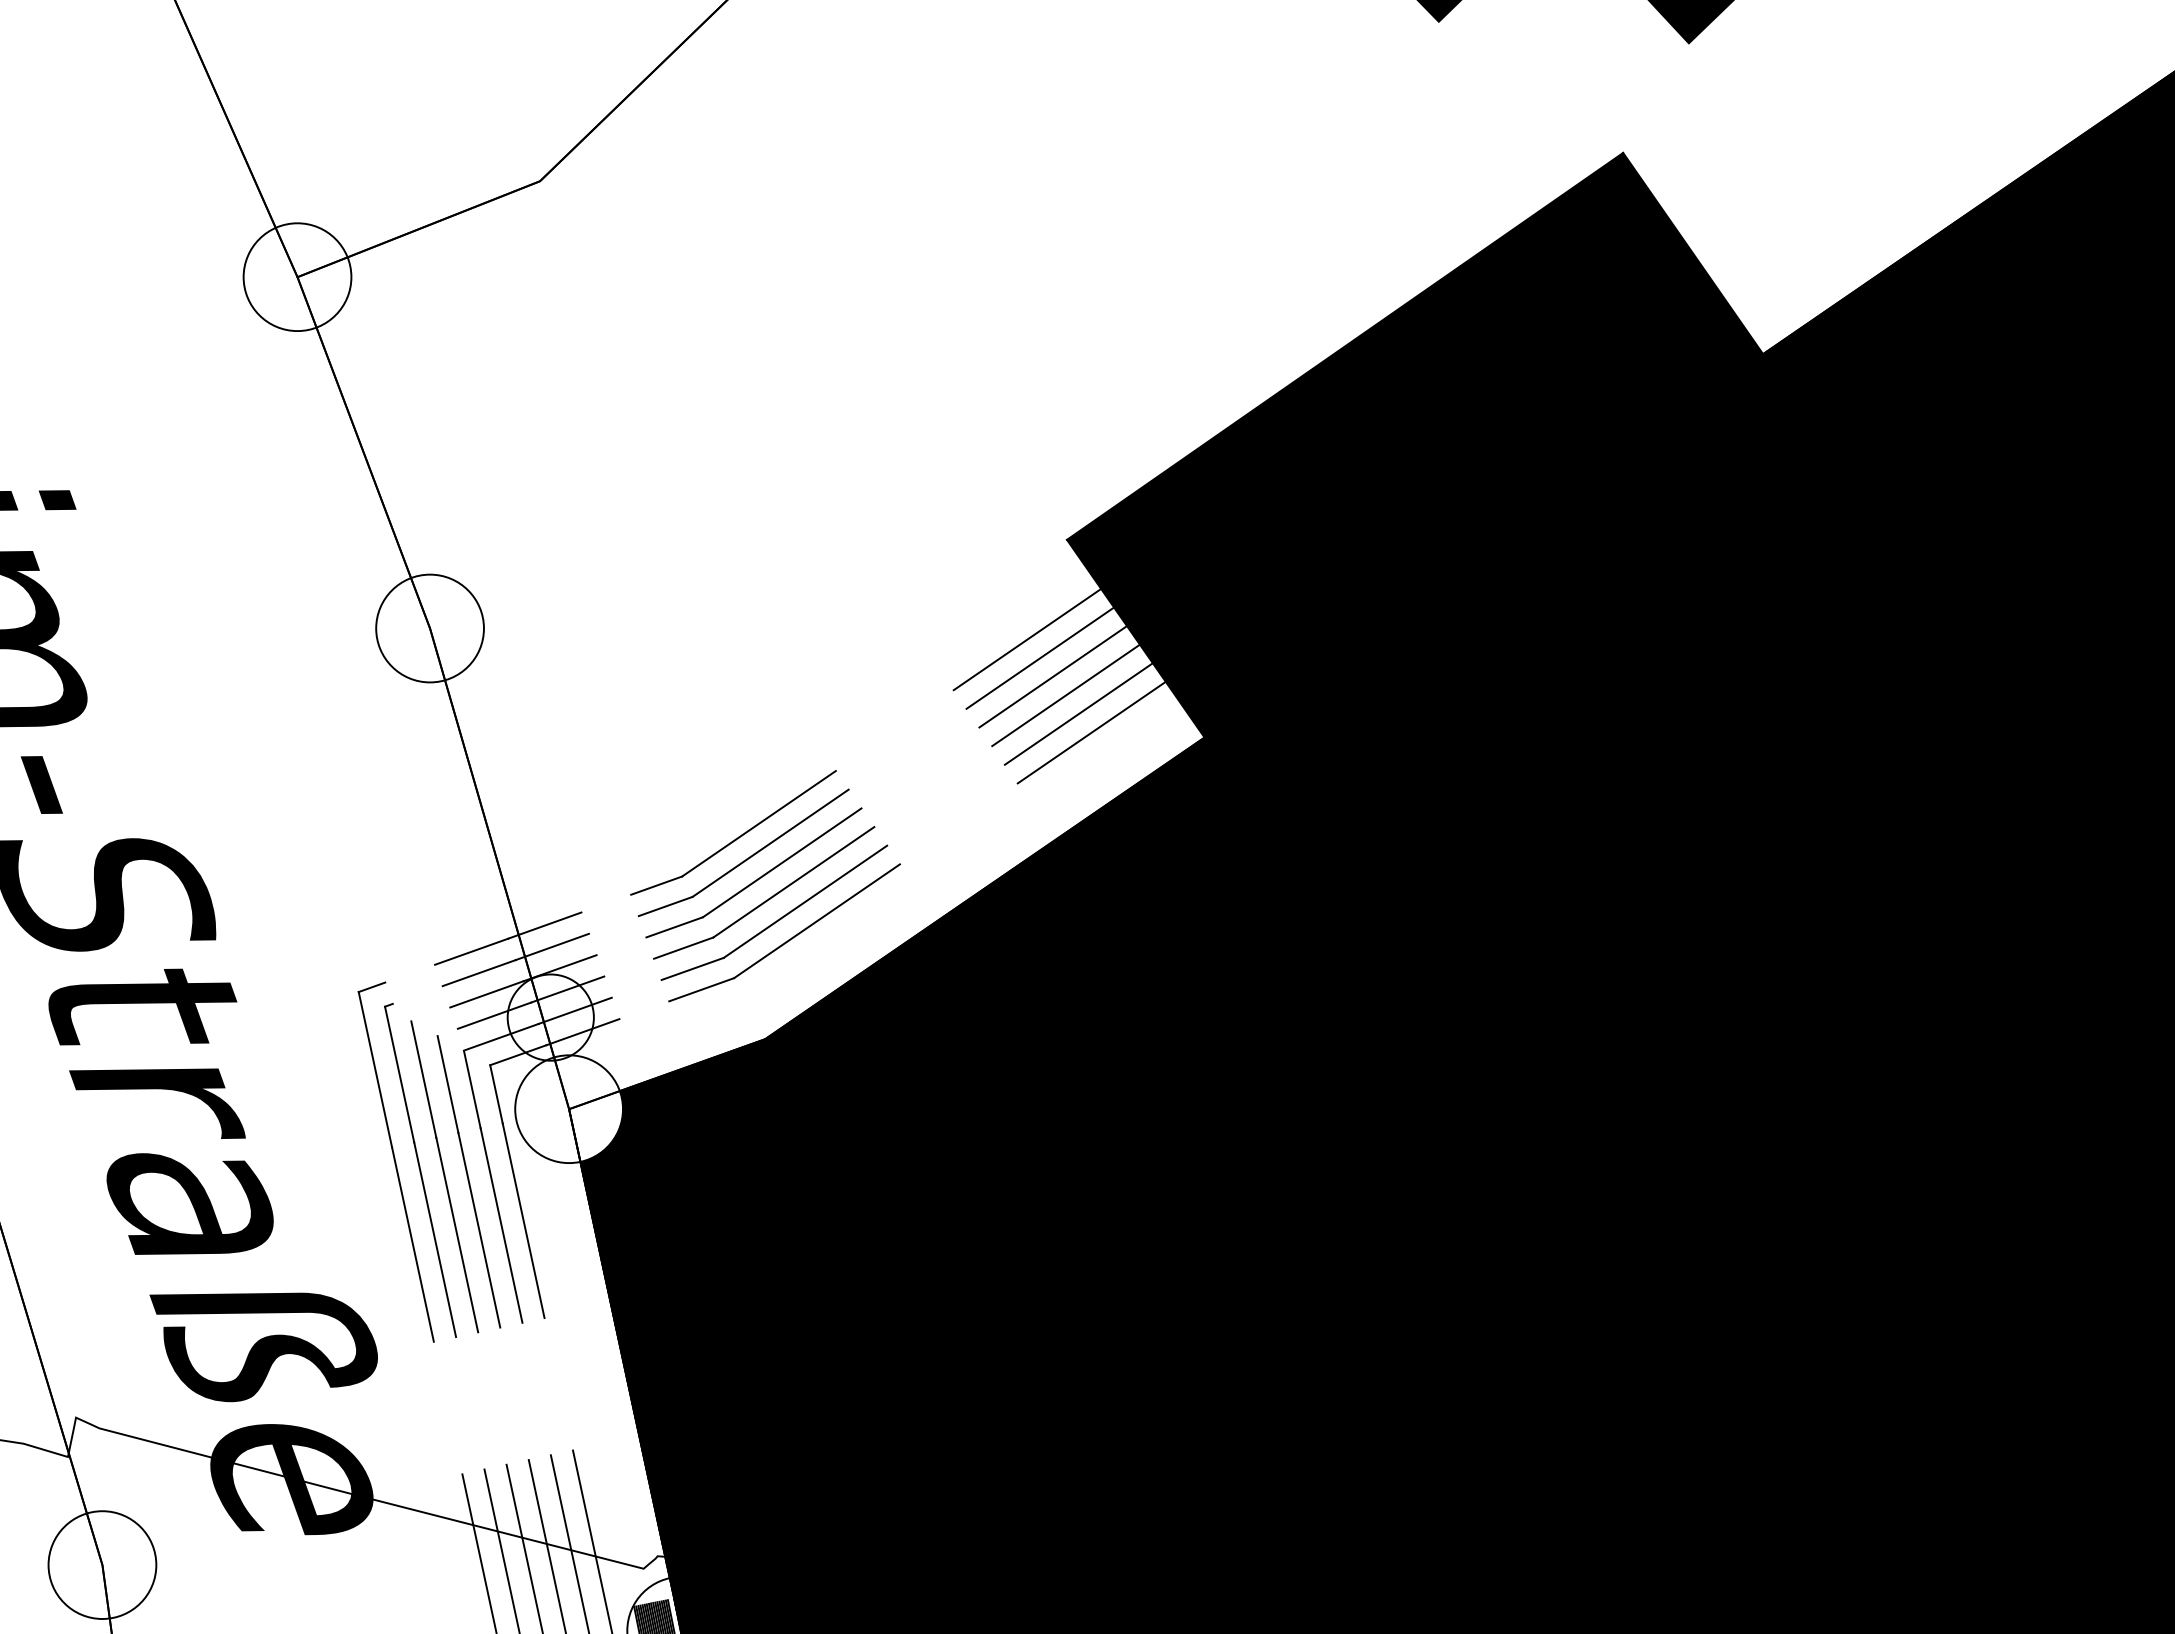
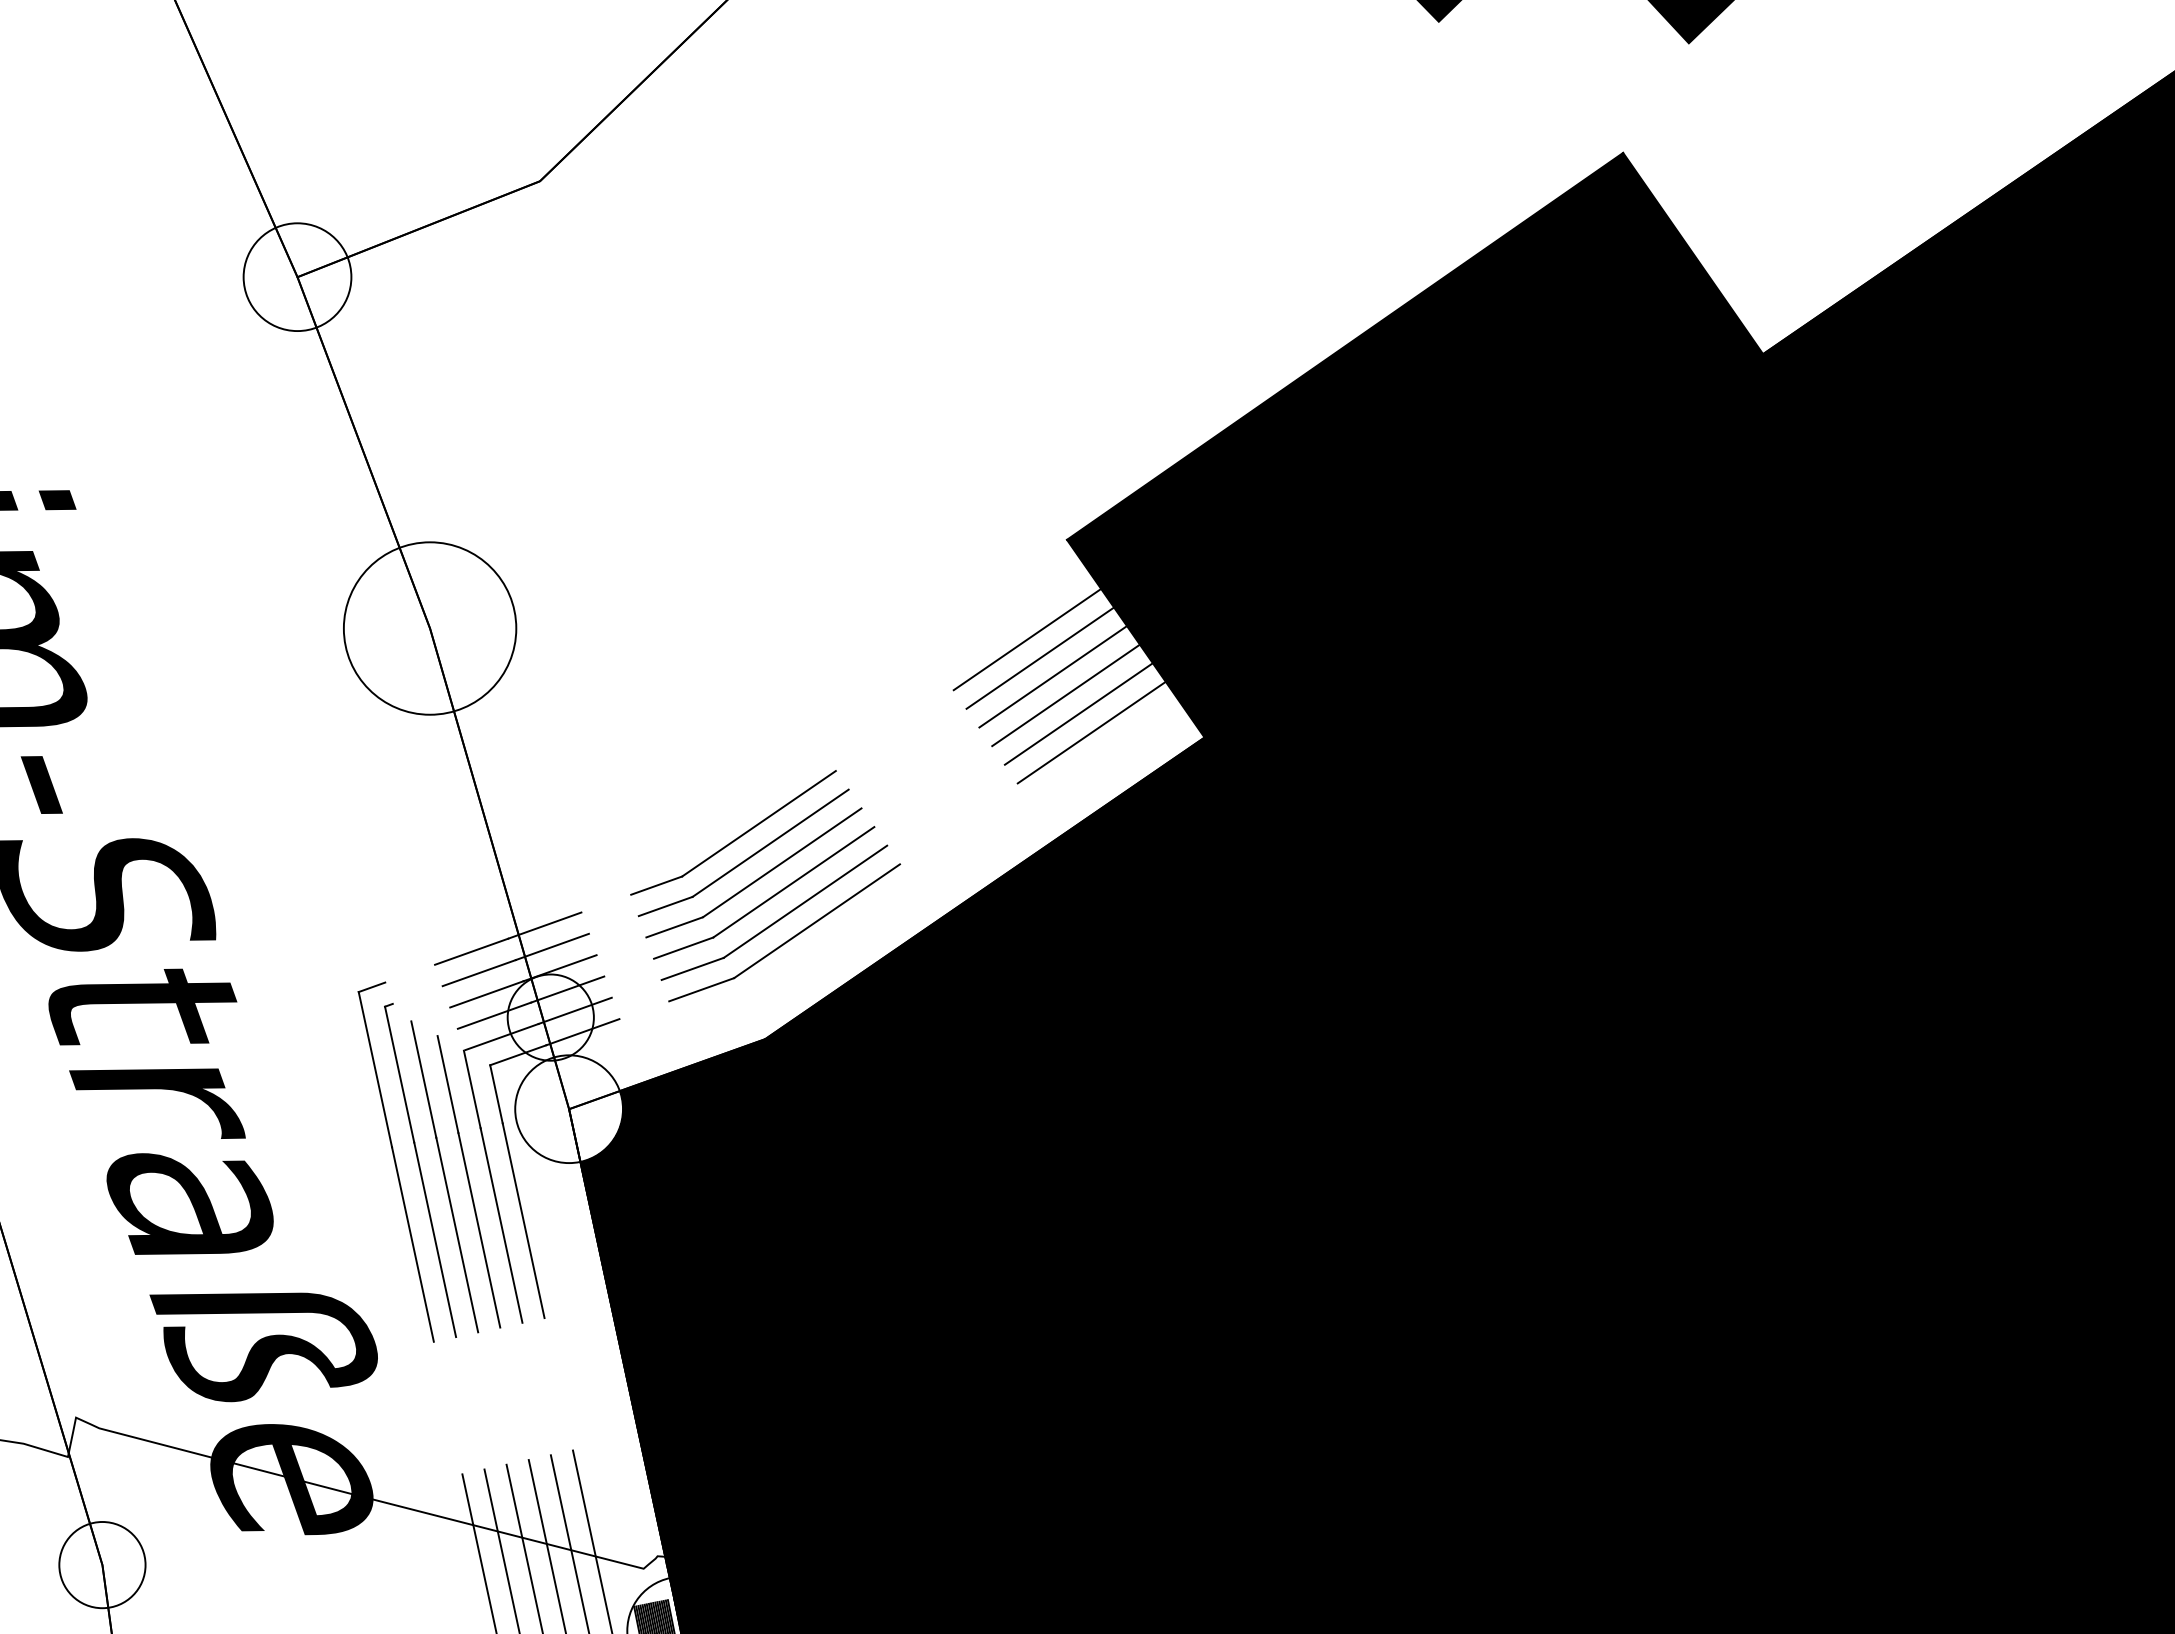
circle at (429, 628) diameter: 108 px -> 172 px
circle at (102, 1564) diameter: 108 px -> 86 px
